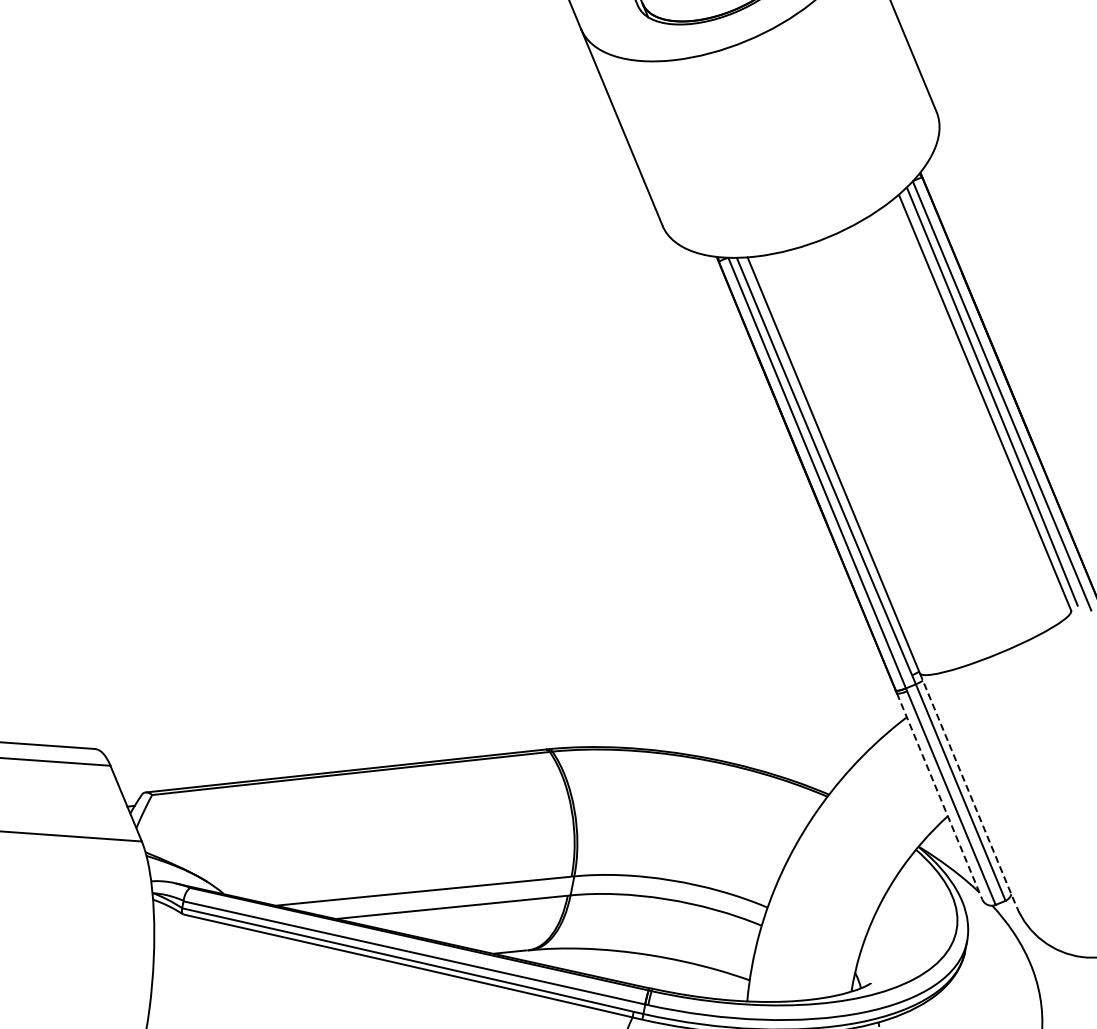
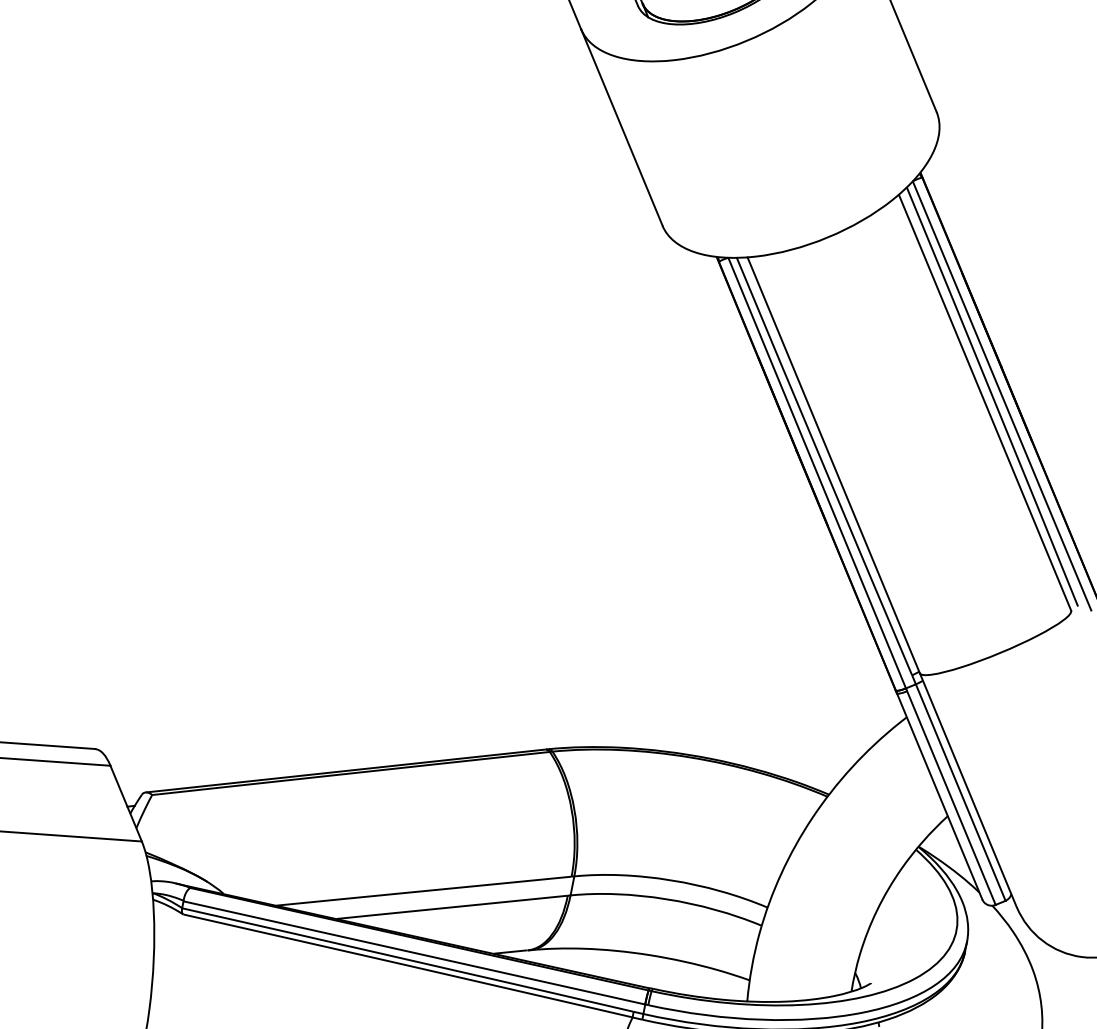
line at (968, 790): dashed -> solid
line at (939, 796): dashed -> solid
